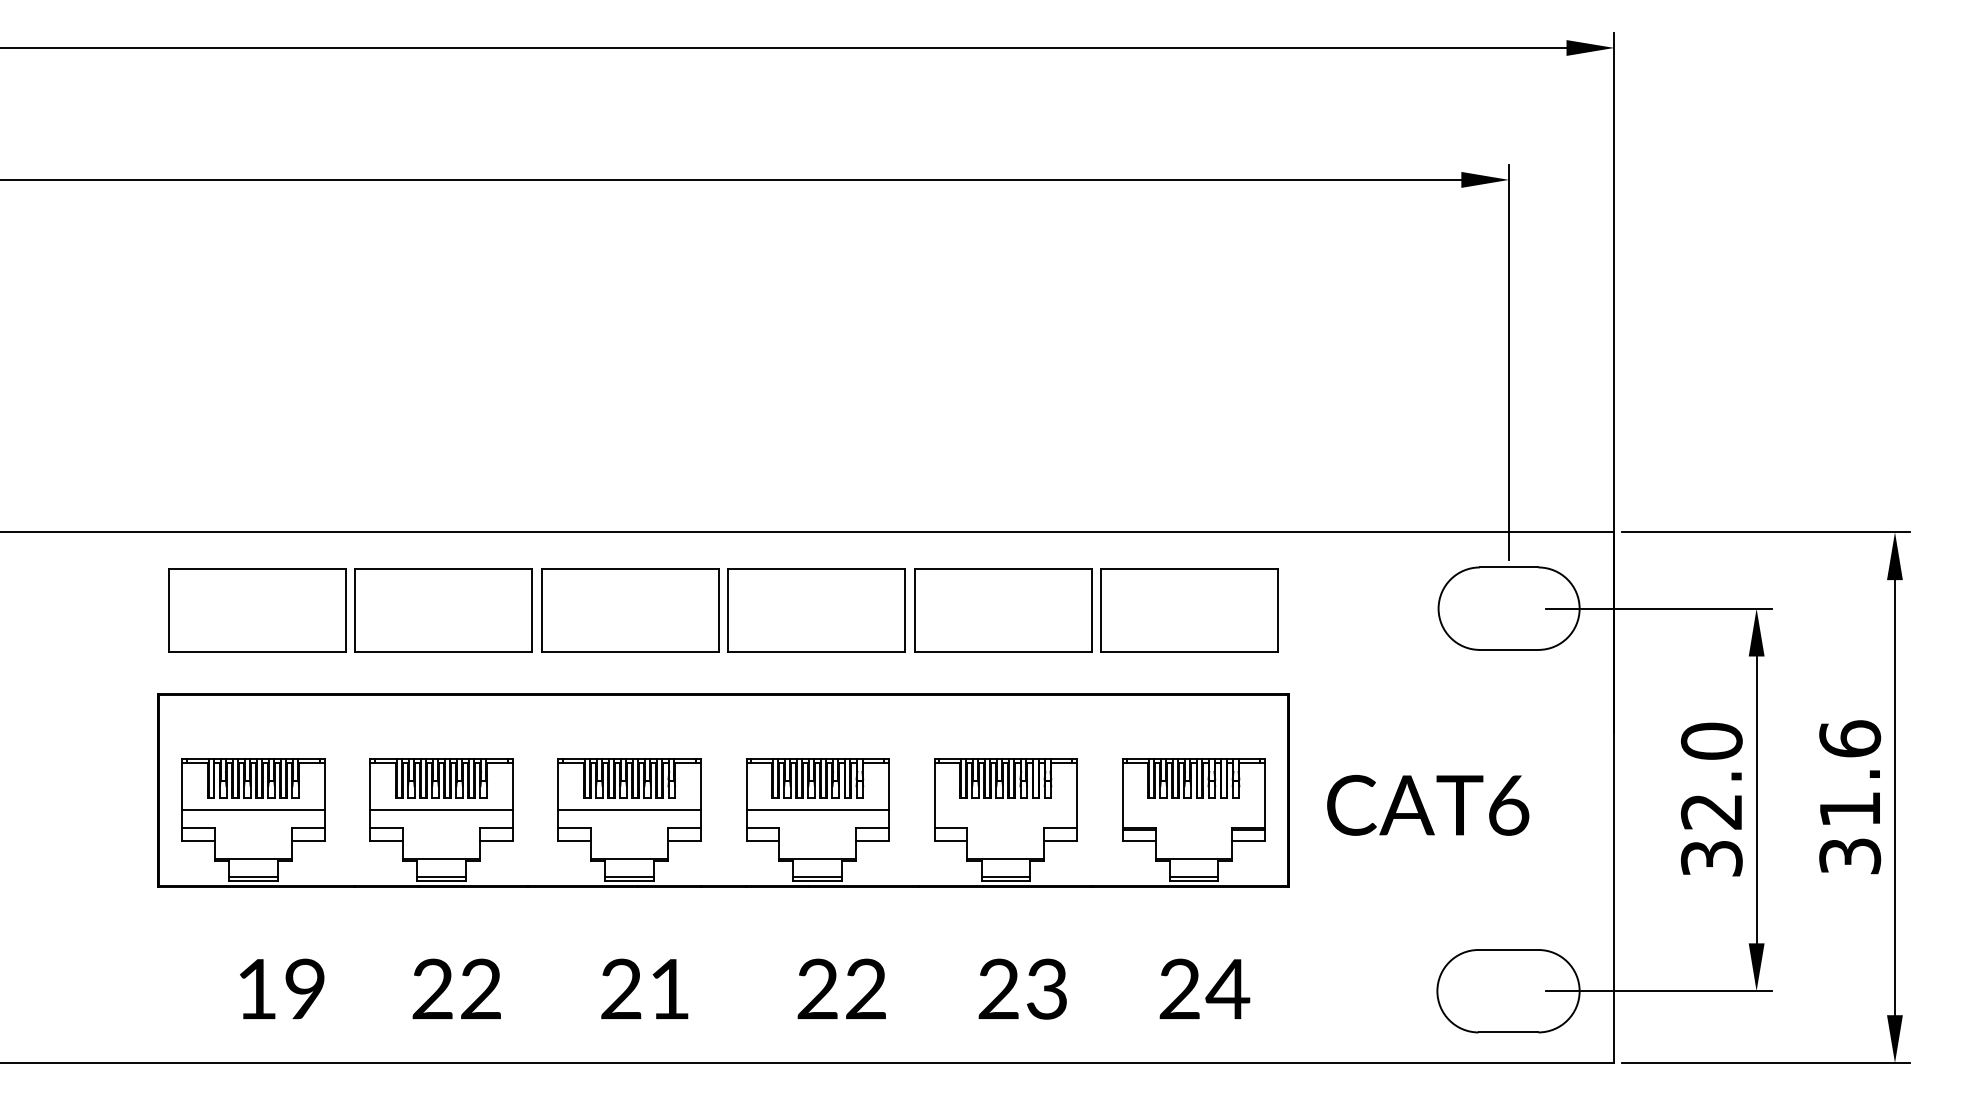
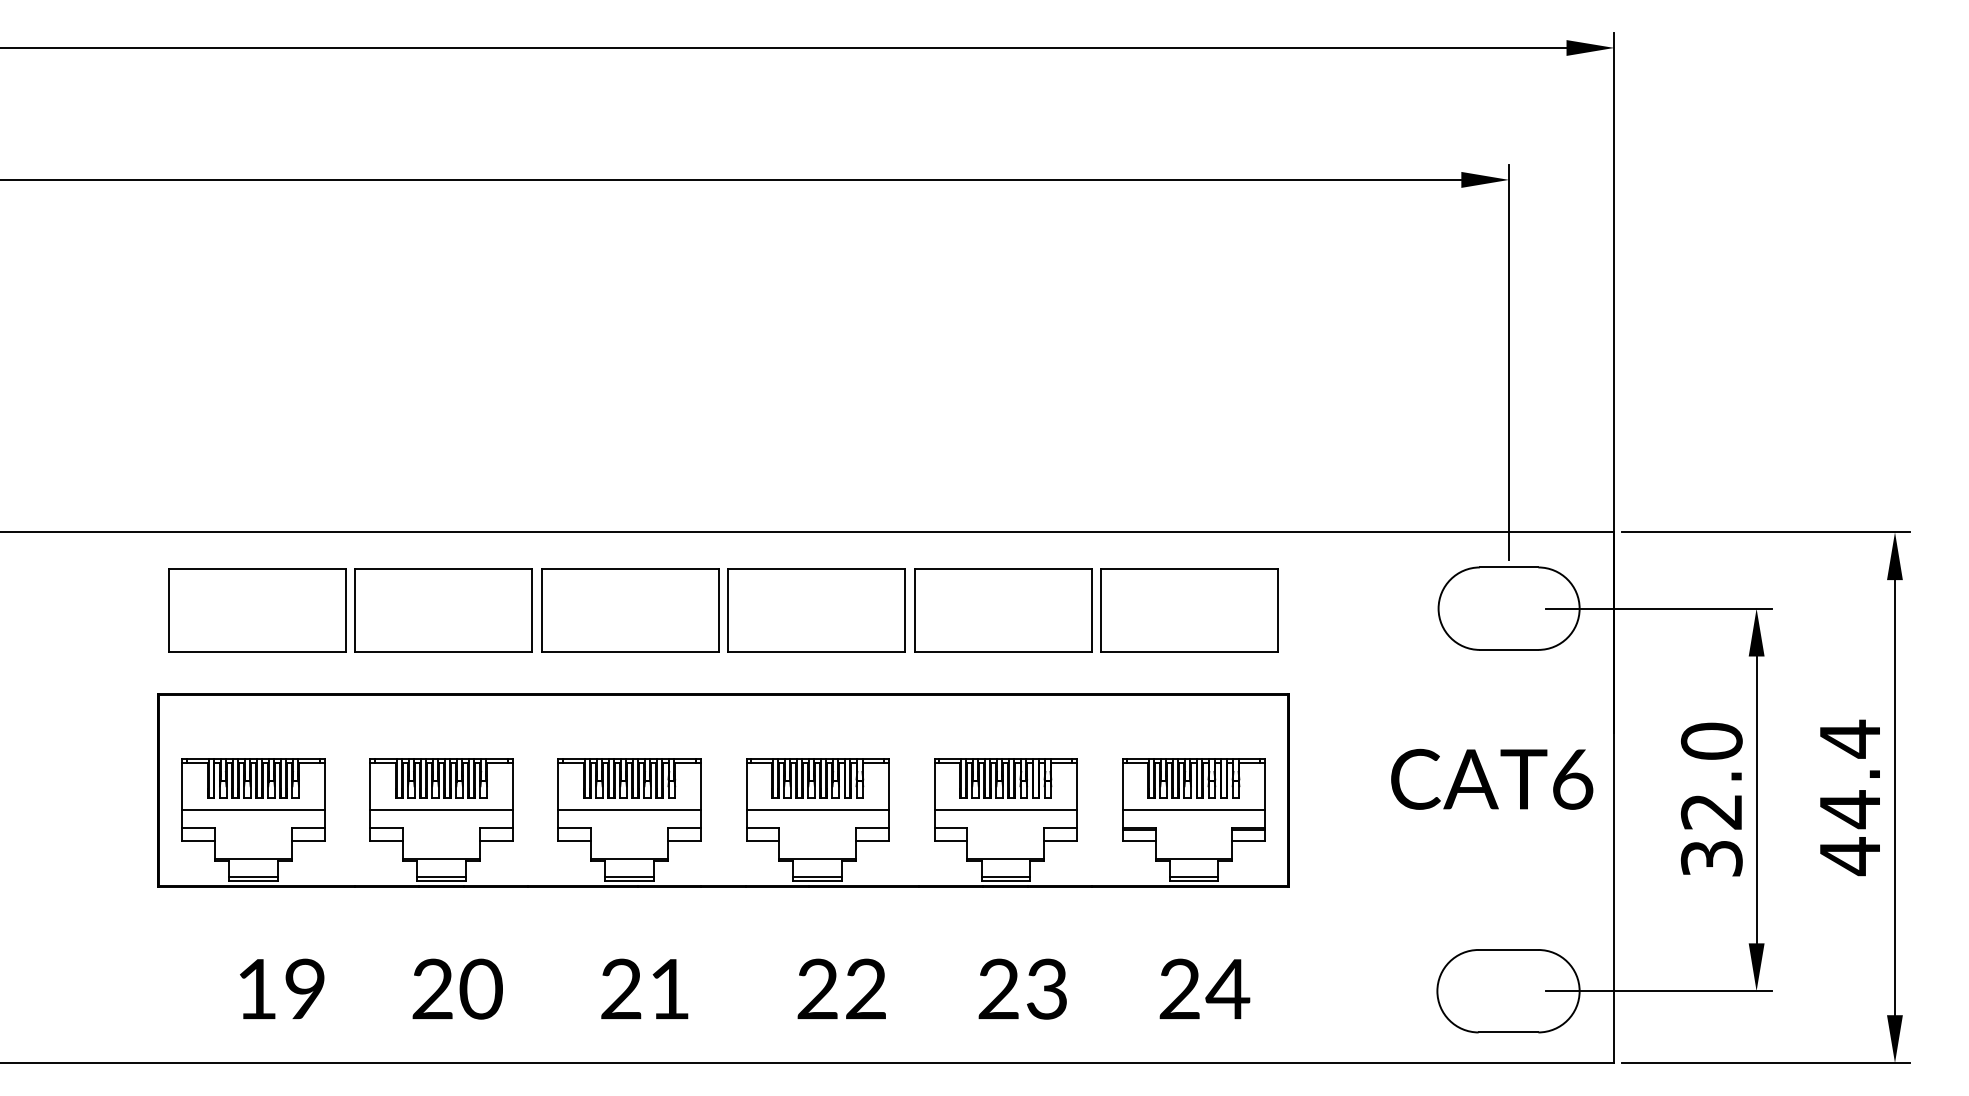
text at (1850, 797): 31.6 -> 44.4
text at (1428, 804) position: (1428, 804) -> (1492, 778)
line at (1005, 809): none -> present
line at (1193, 809): none -> present
text at (480, 989): 22 -> 20
